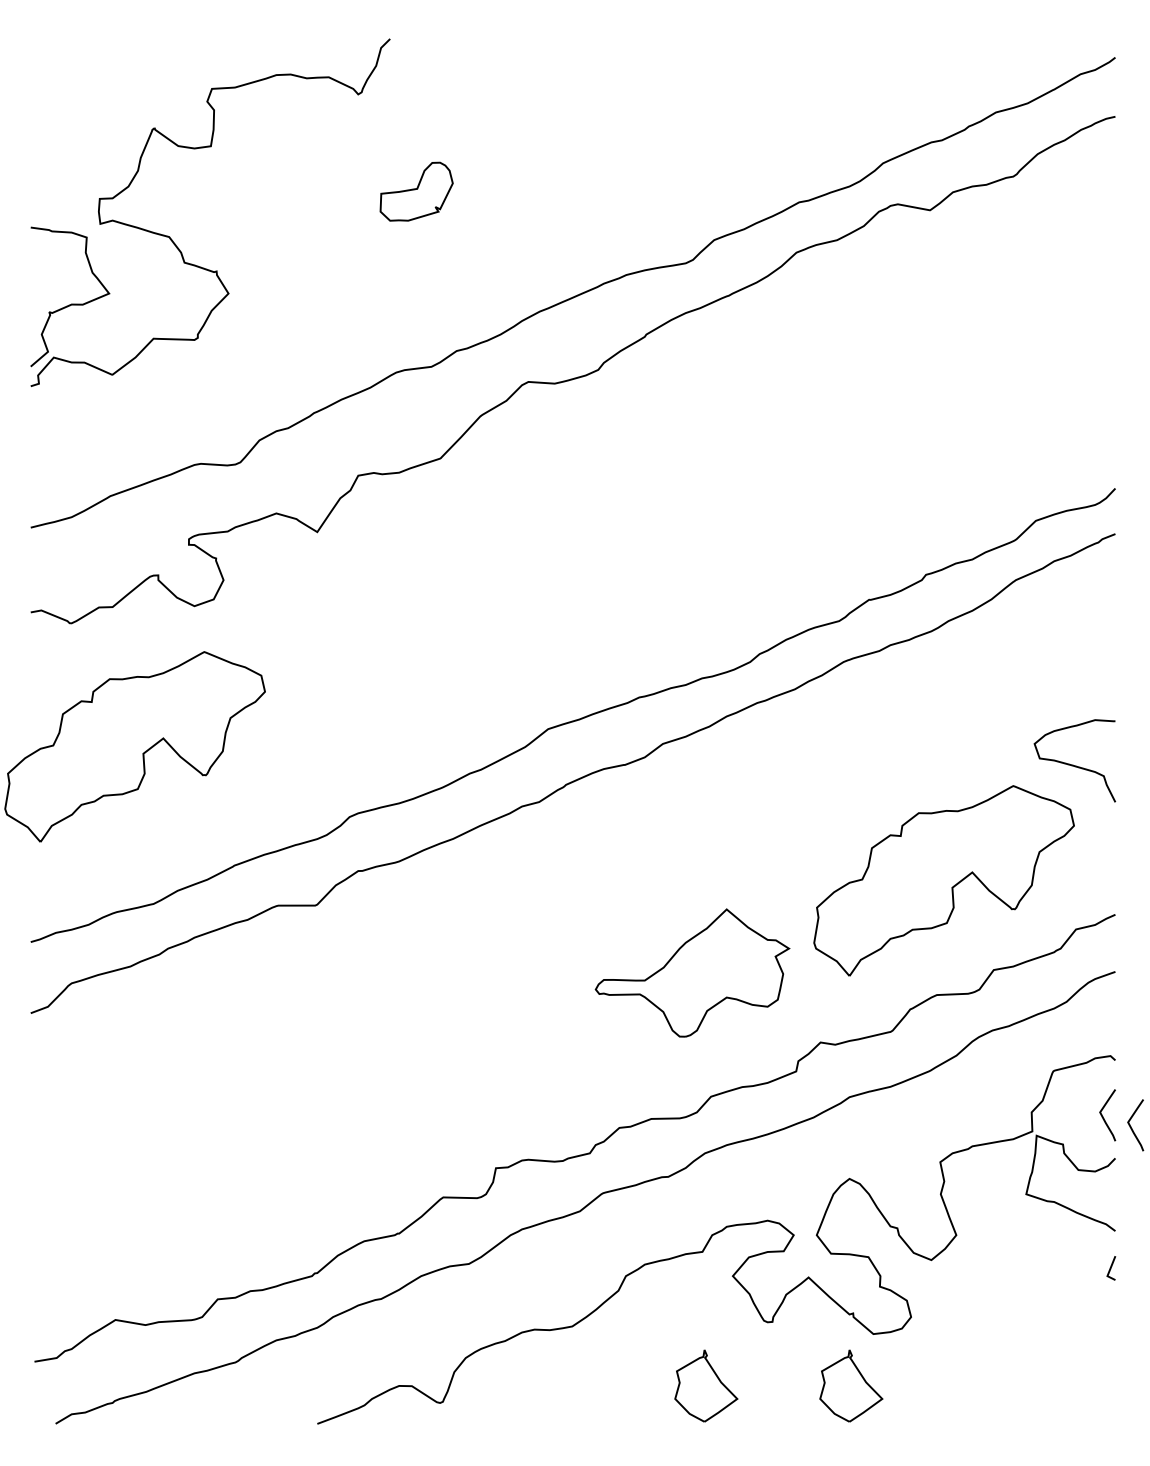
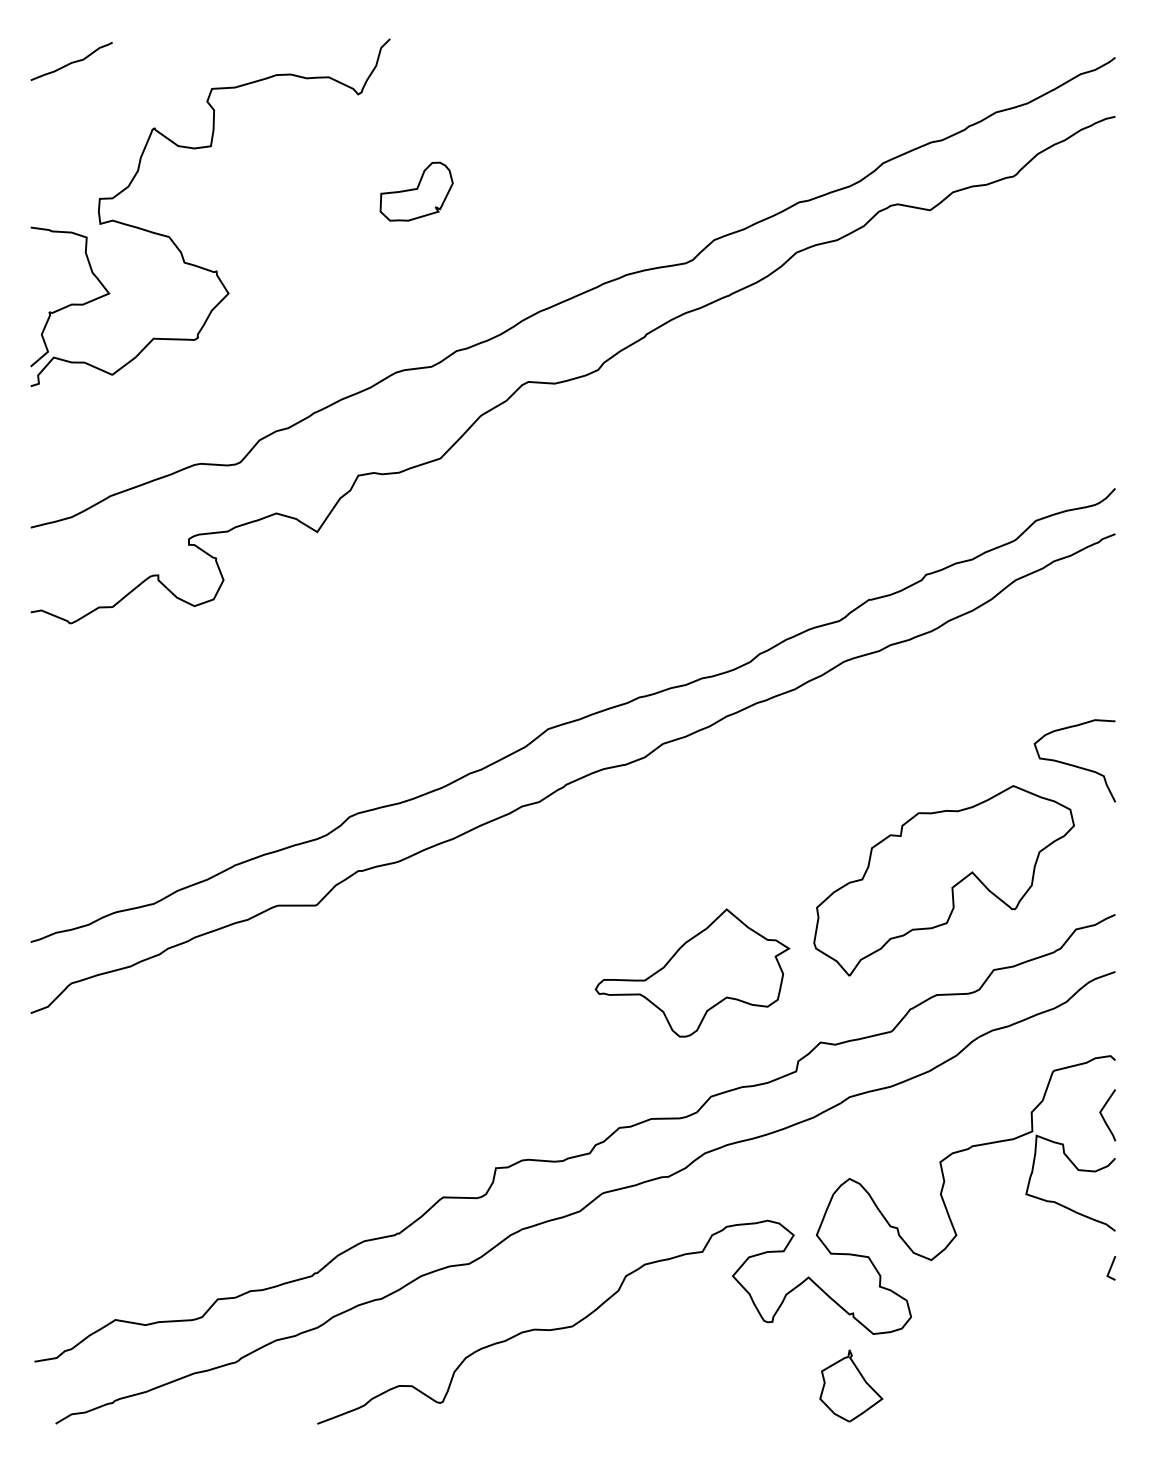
curve at (72, 61): none -> present
part at (134, 746): present -> none
curve at (1131, 1126): present -> none
part at (706, 1385): present -> none
